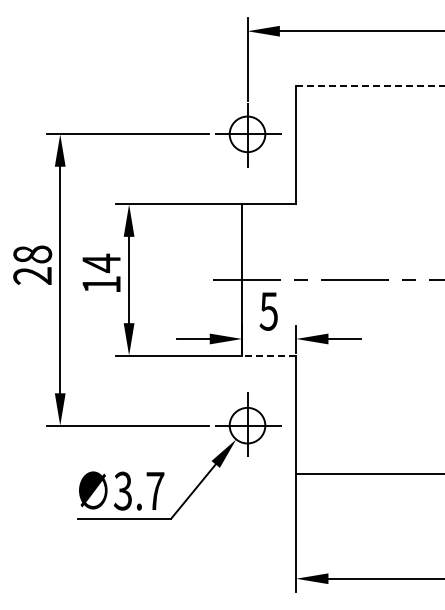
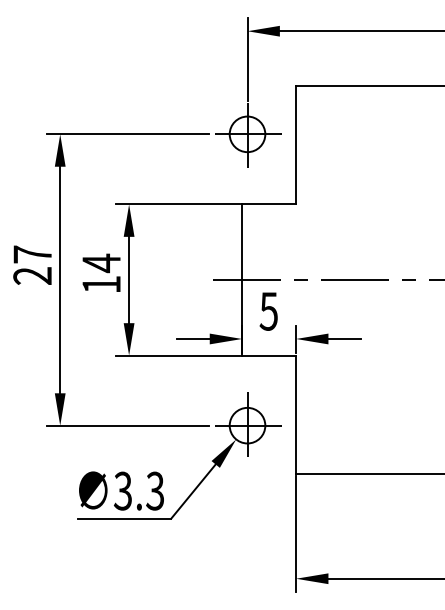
line at (370, 85): dashed -> solid
text at (32, 254): 28 -> 27
line at (269, 355): dashed -> solid
text at (155, 490): 3.7 -> 3.3
